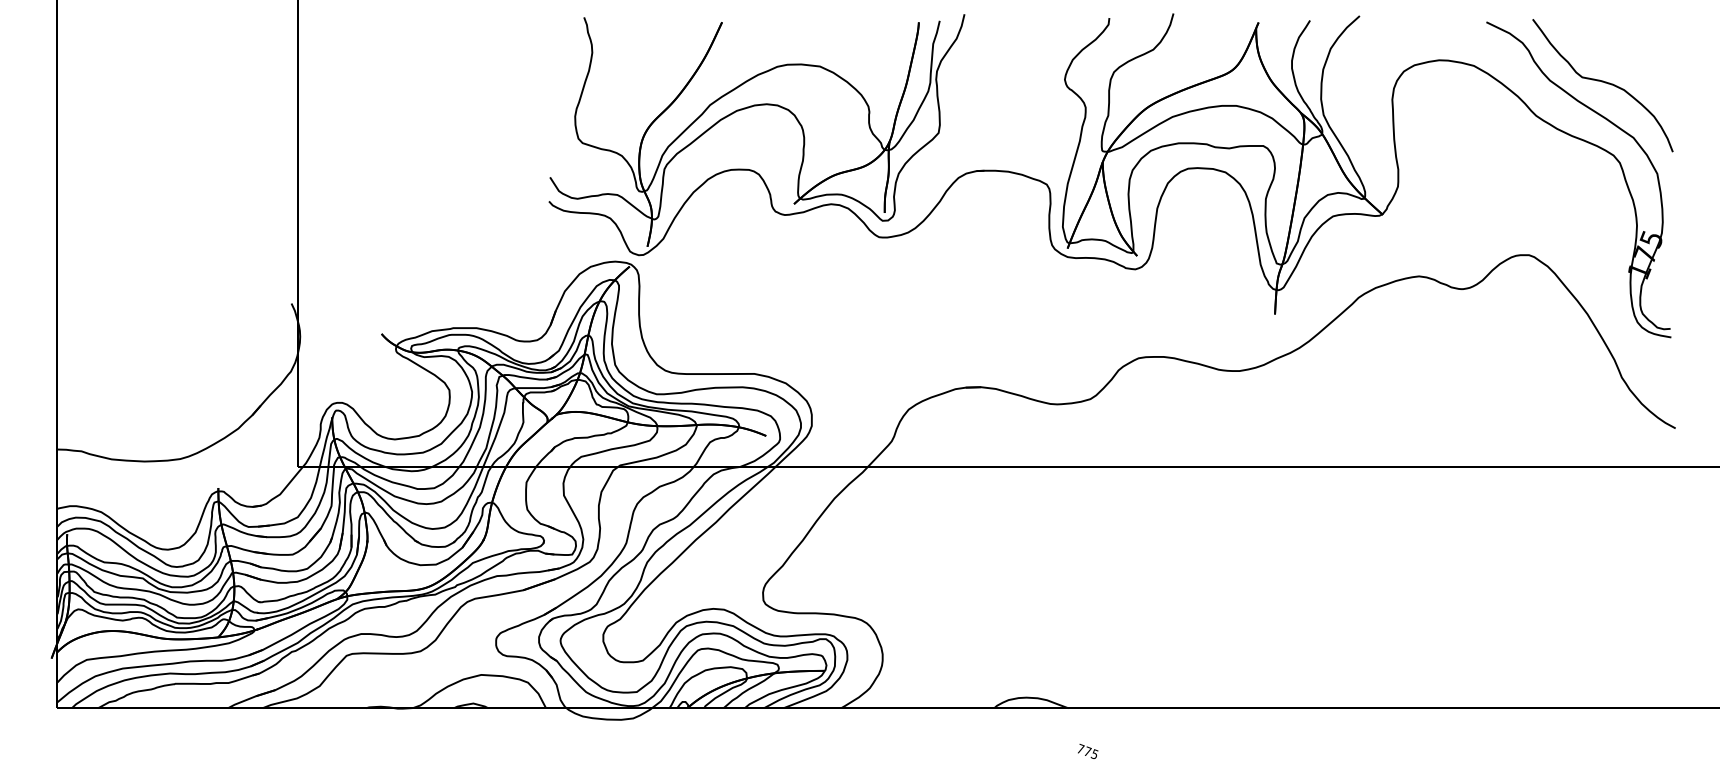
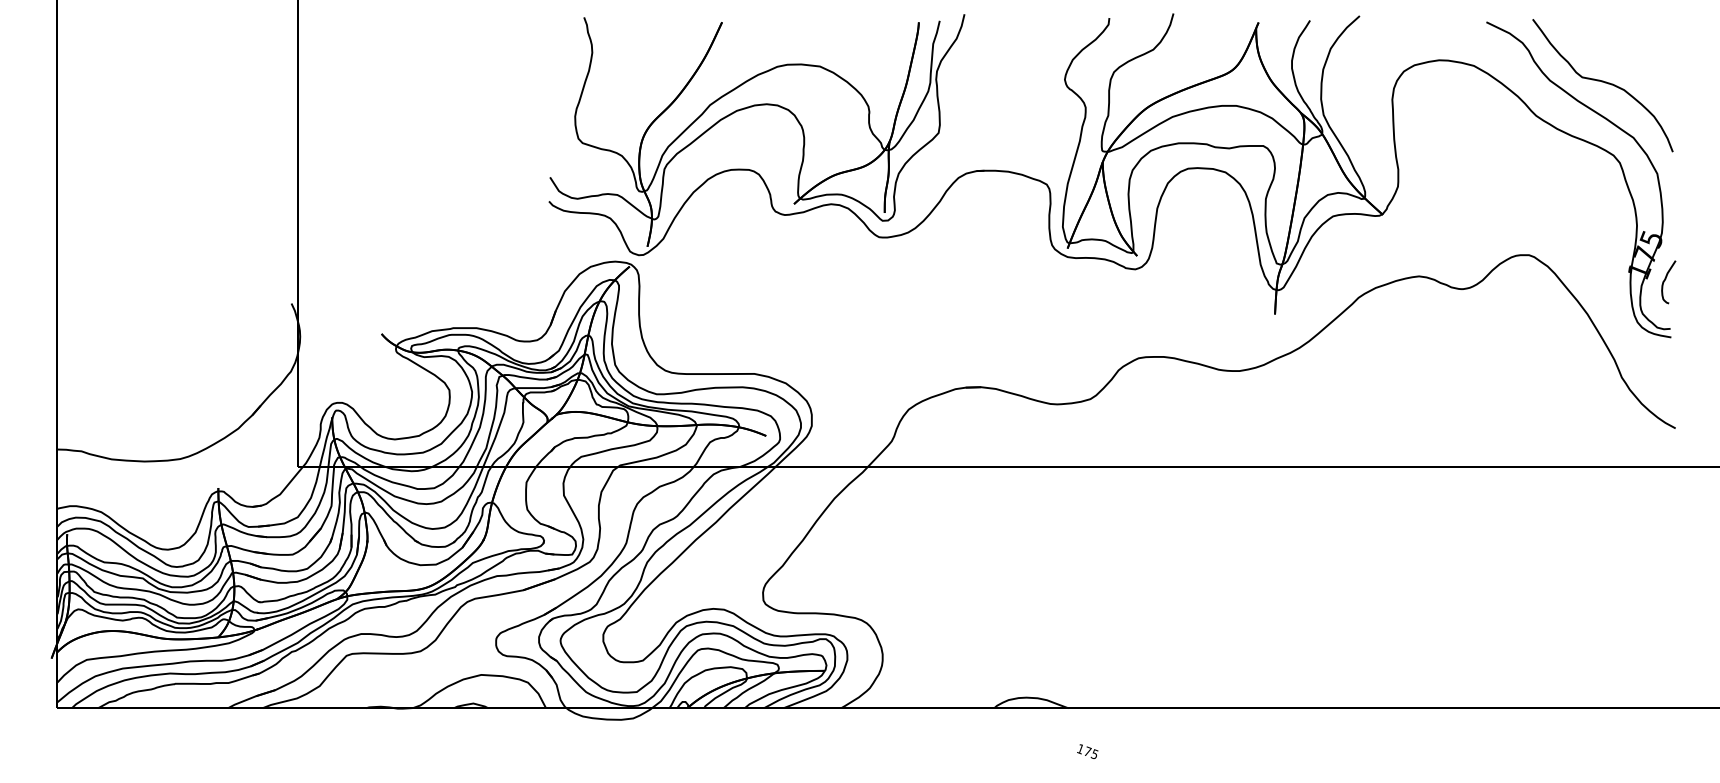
curve at (1666, 279): none -> present
text at (1080, 748): 775 -> 175
